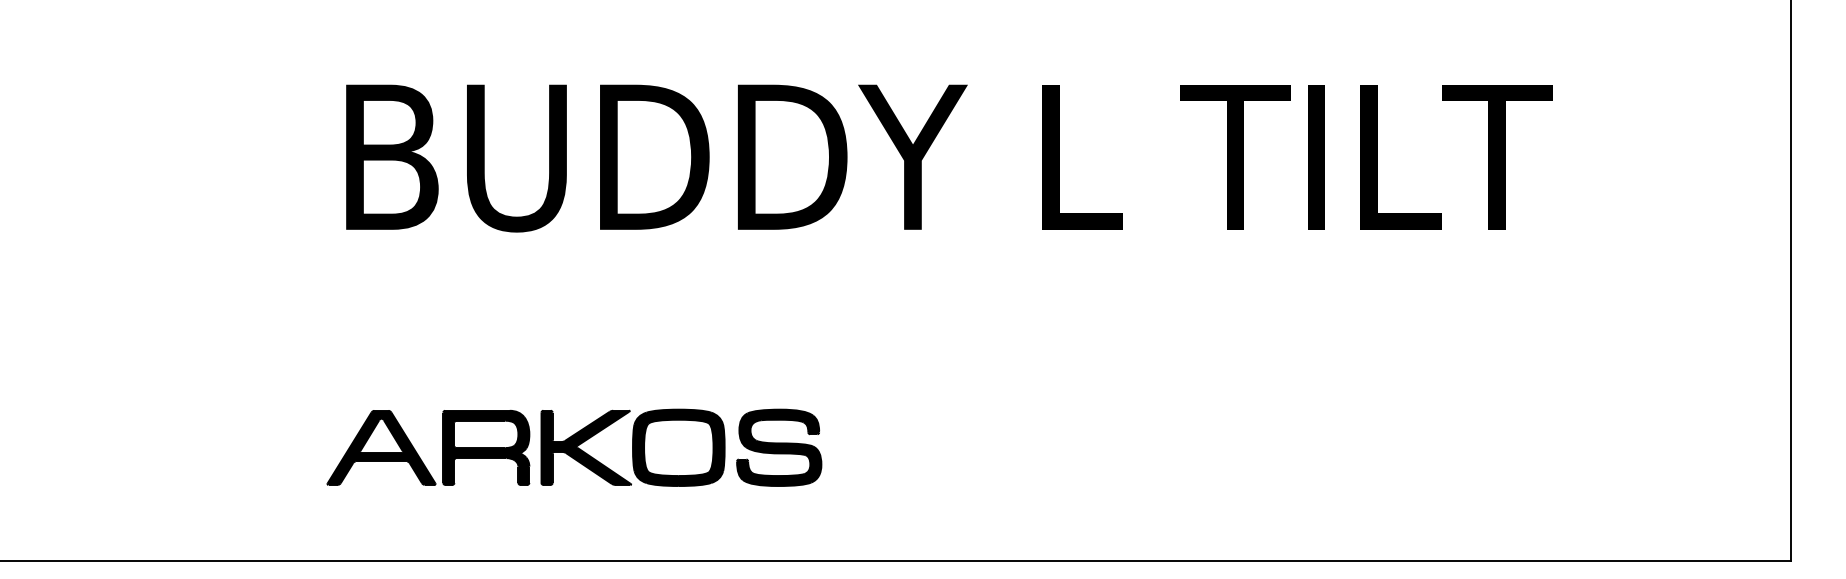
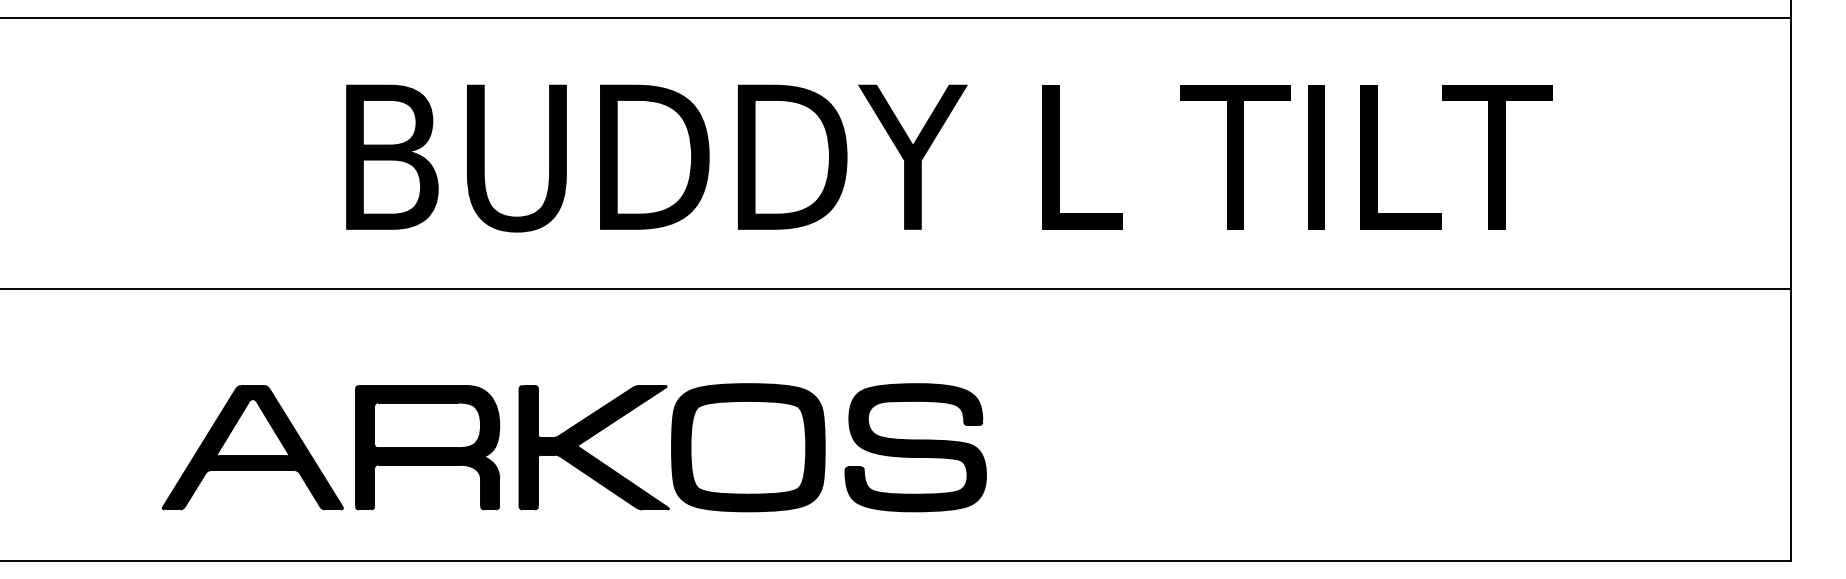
line at (896, 17): none -> present
line at (896, 289): none -> present
part at (574, 447) size: 497x79 px -> 825x130 px
